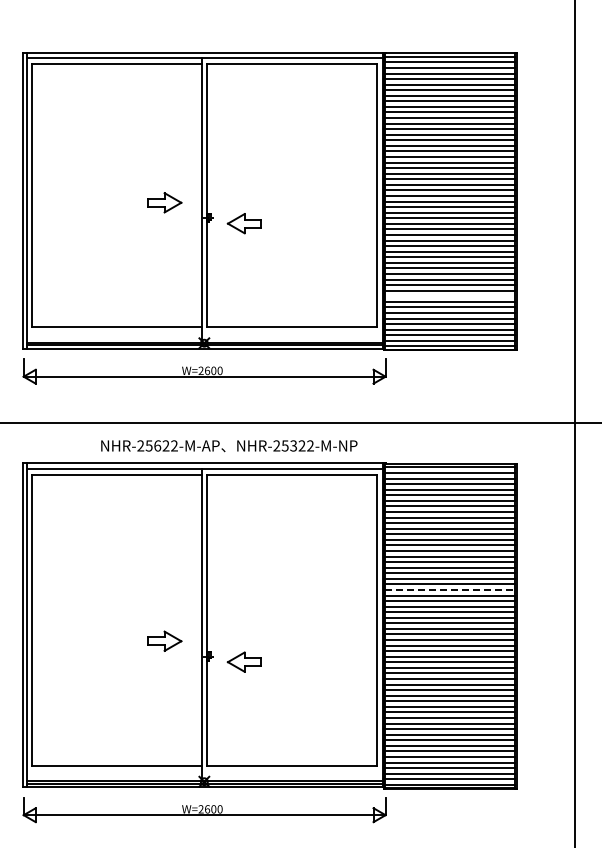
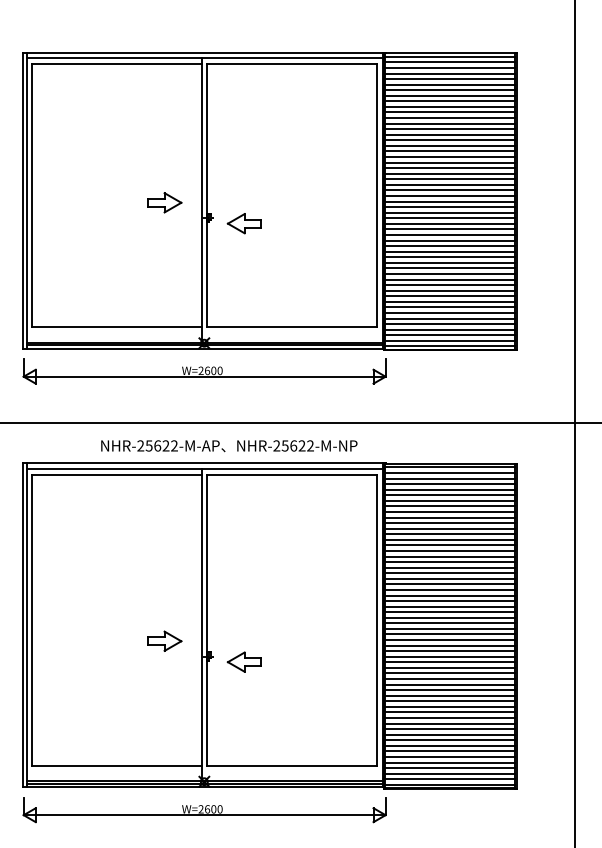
line at (449, 296): none -> present
text at (293, 445): NHR-25322-M-NP -> NHR-25622-M-NP
line at (450, 589): dashed -> solid
